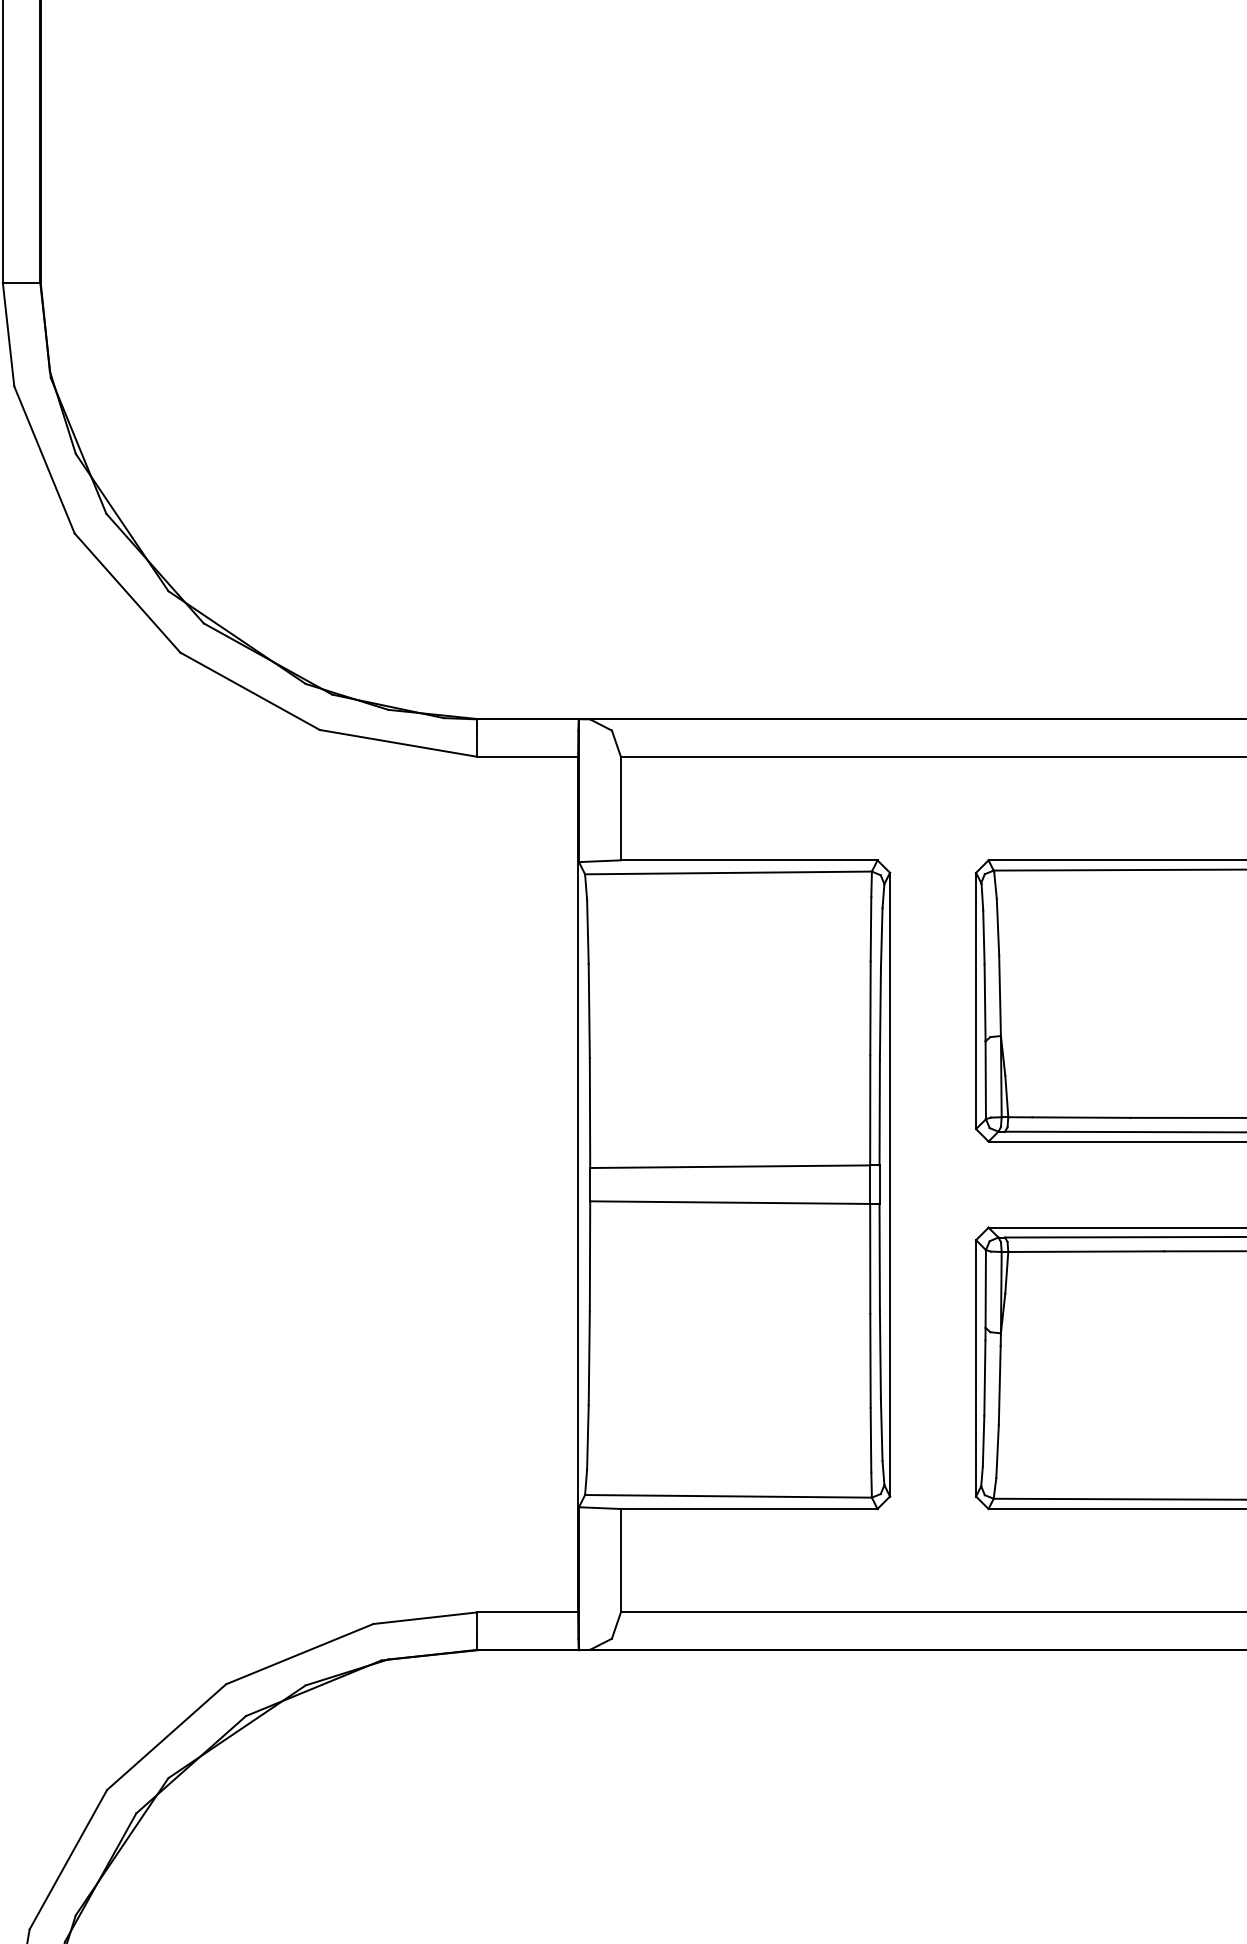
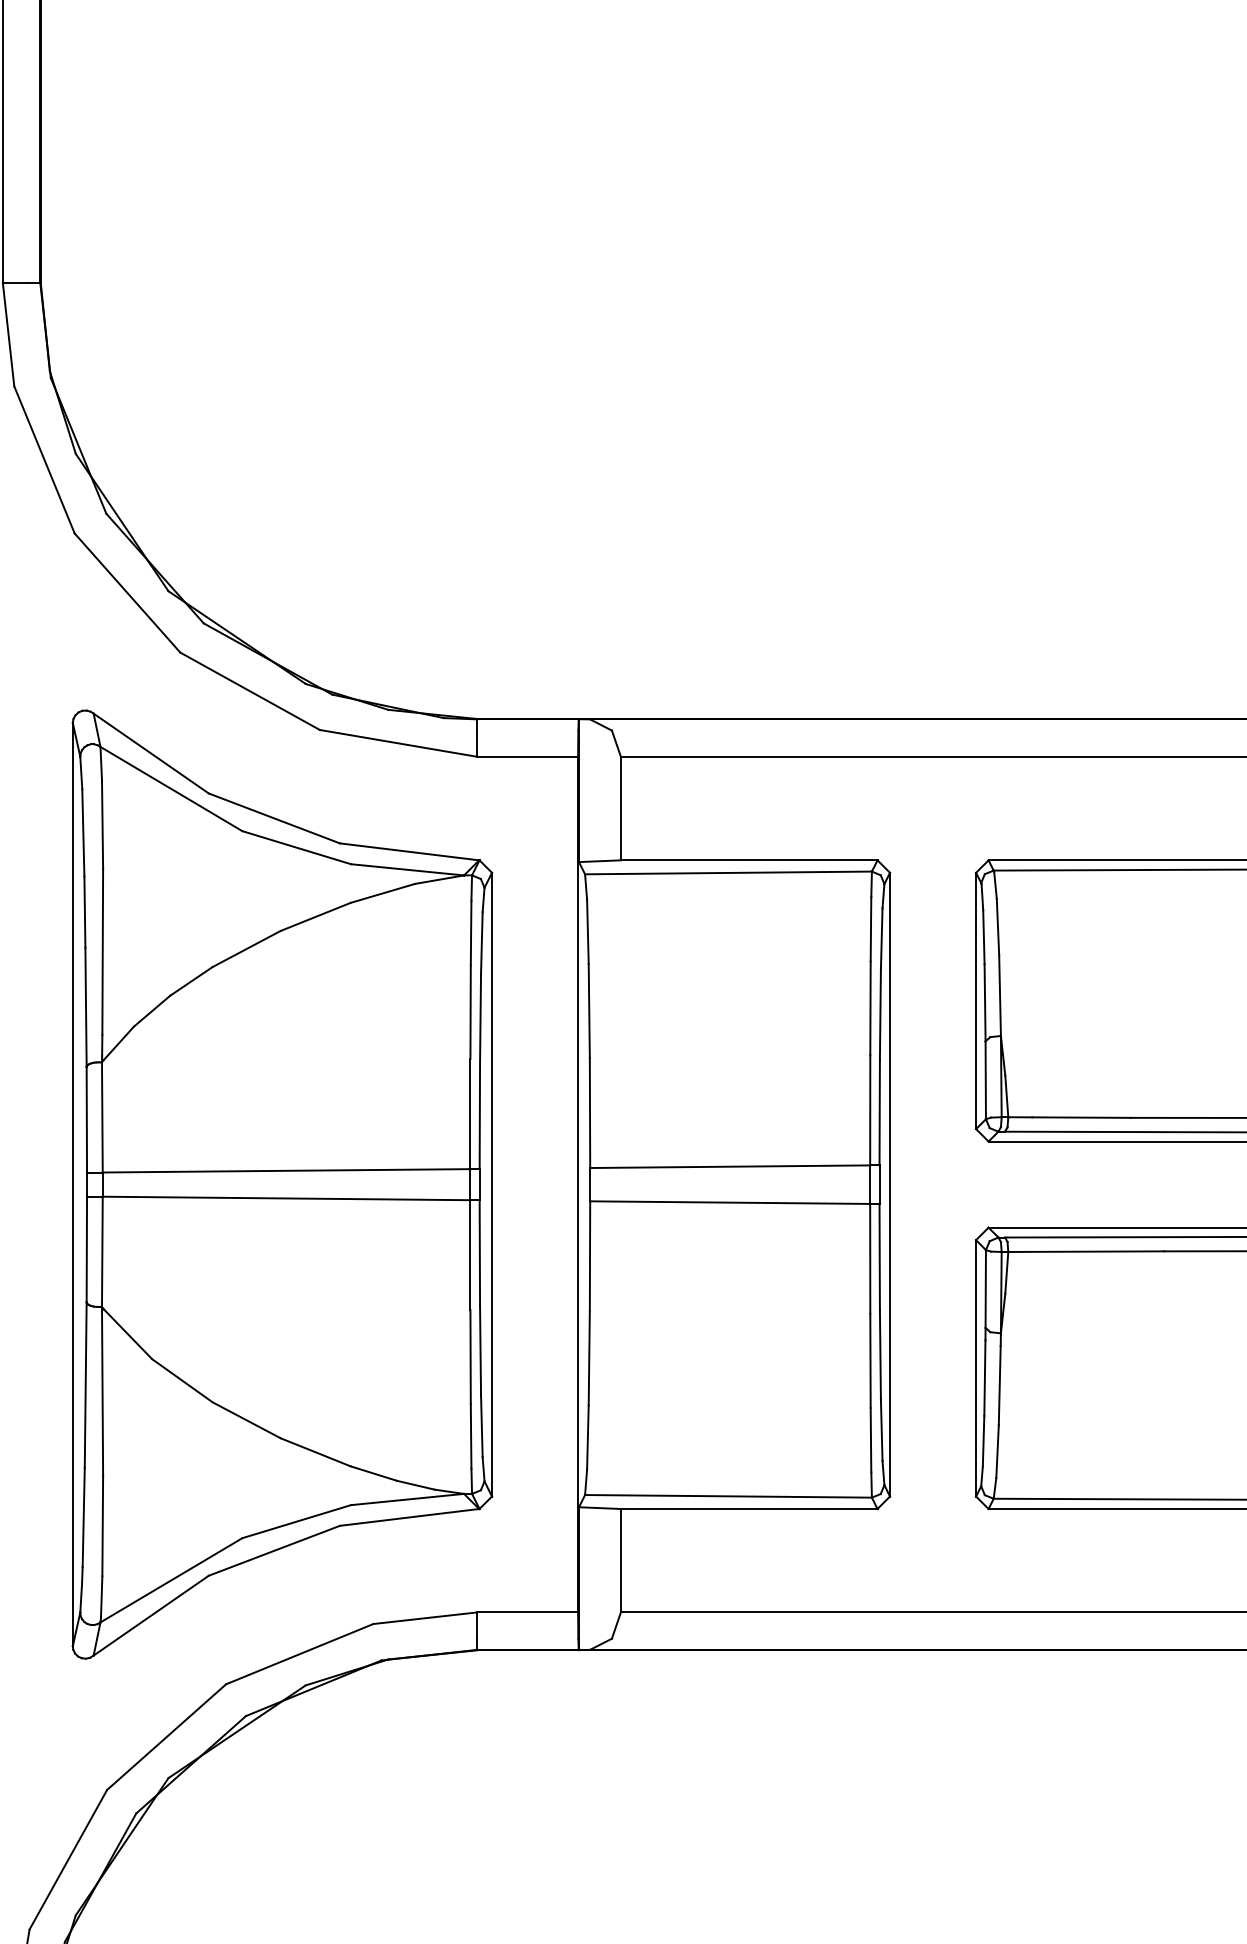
part at (282, 1184): none -> present
